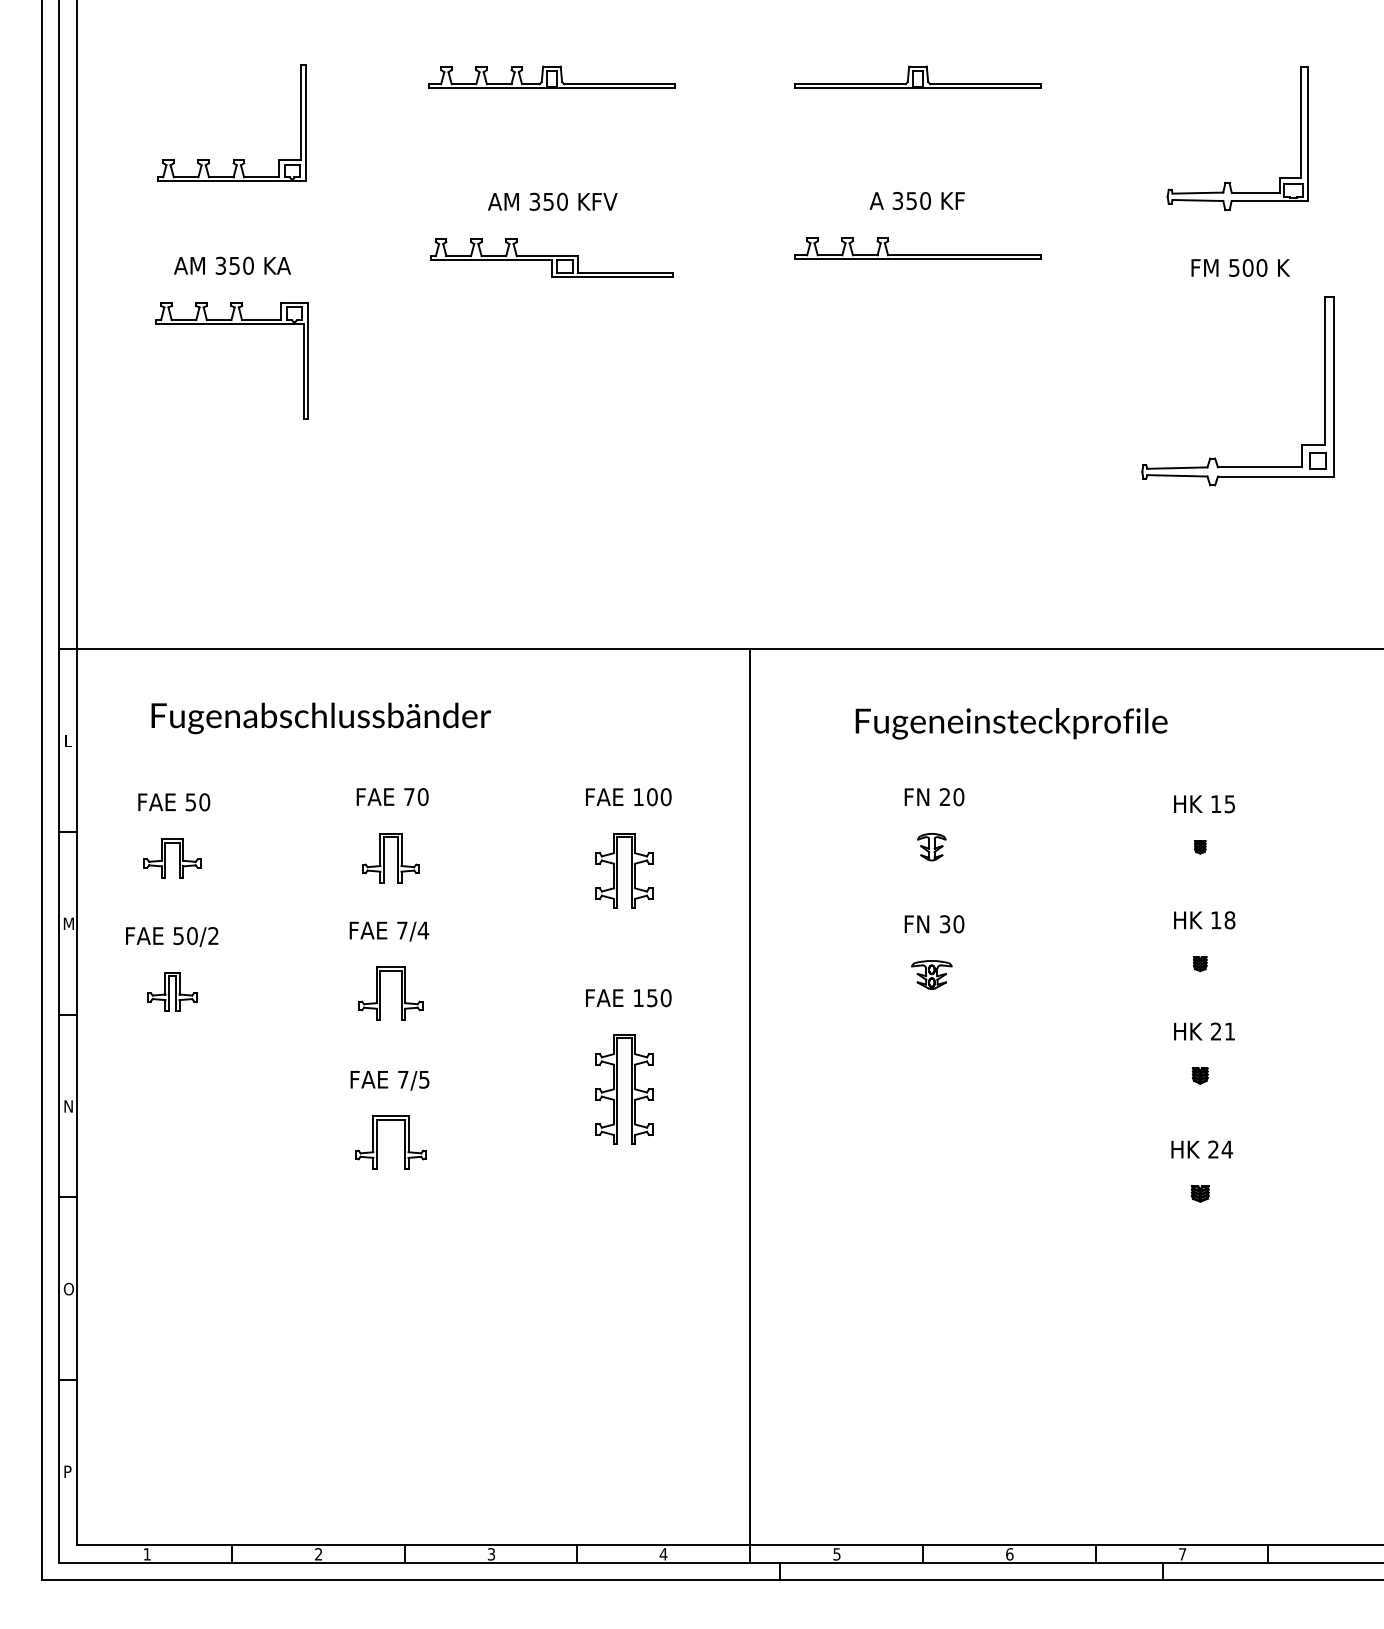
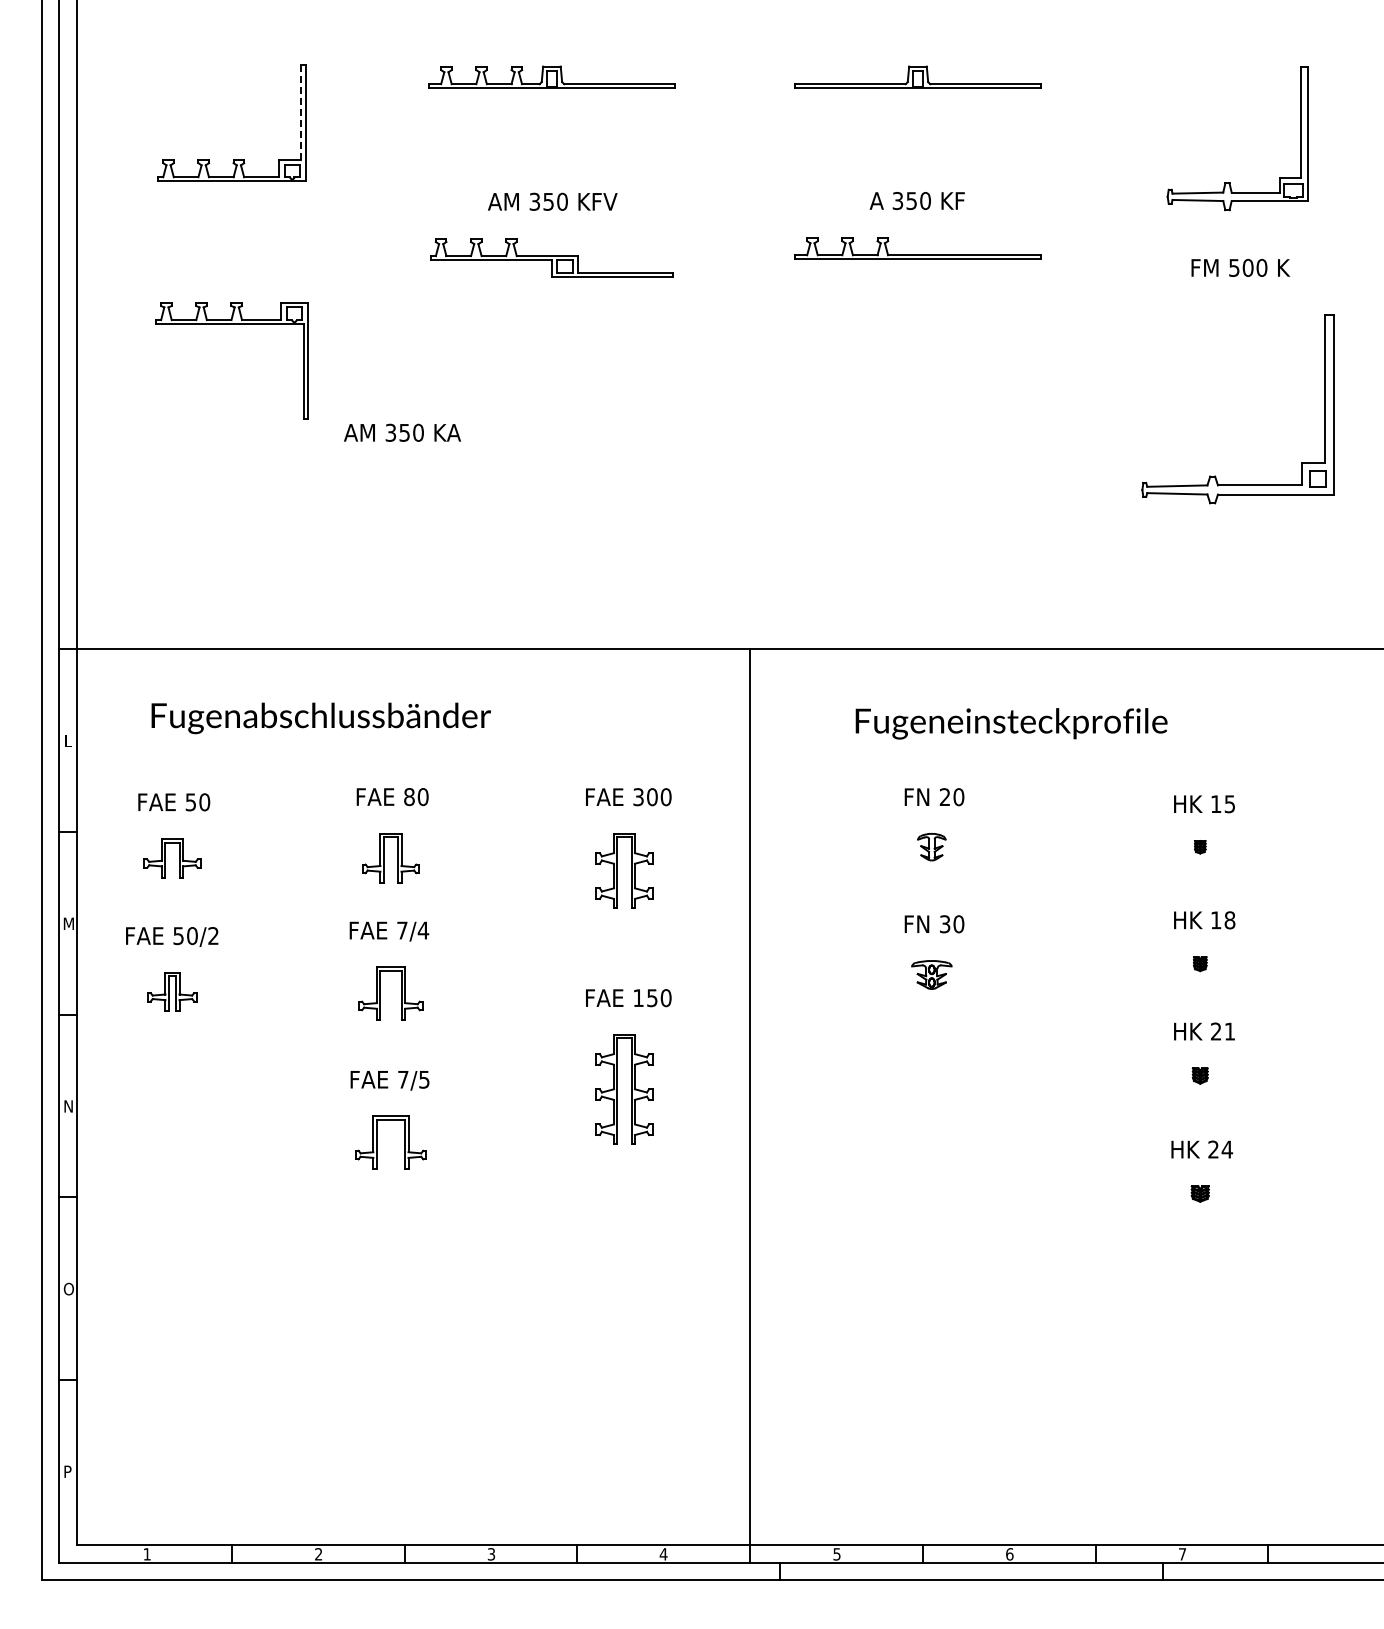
line at (301, 113): solid -> dashed
text at (232, 265) position: (232, 265) -> (402, 432)
part at (1215, 457) position: (1215, 457) -> (1215, 475)
text at (409, 797): 70 -> 80
text at (638, 797): 100 -> 300
